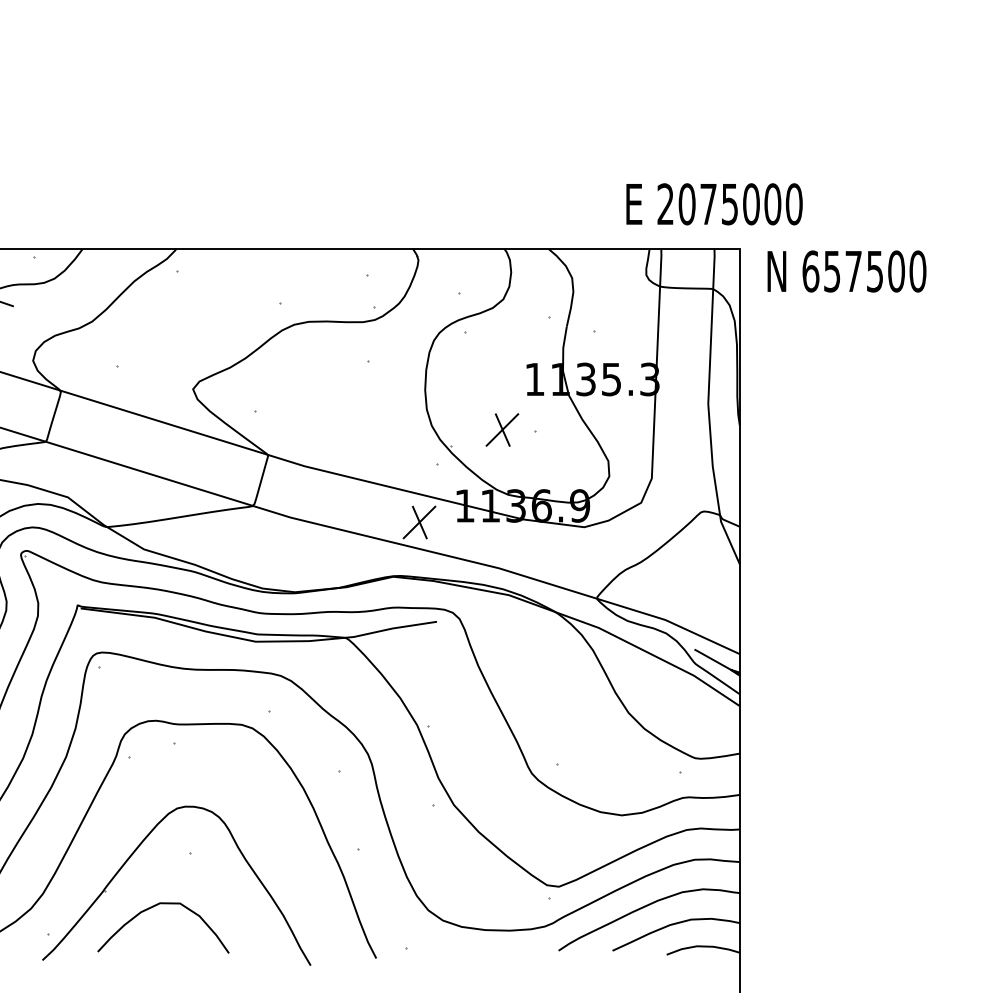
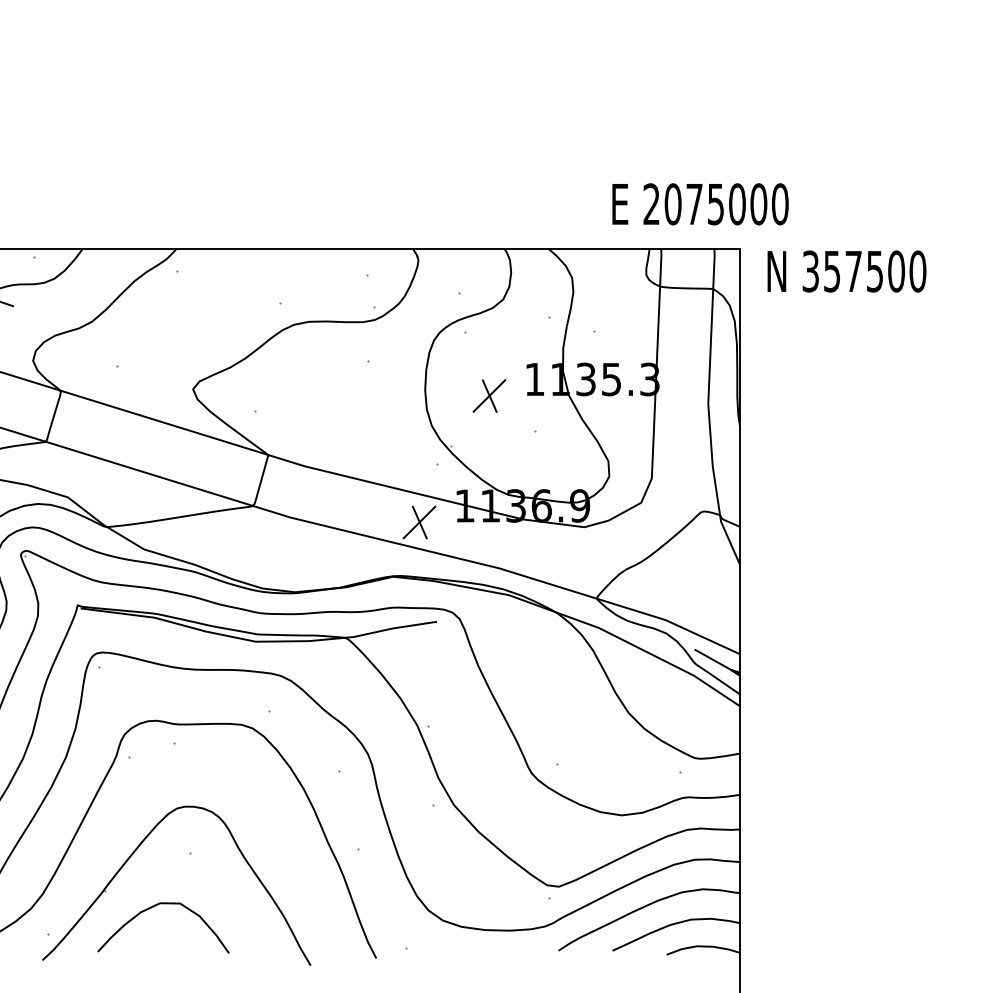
text at (714, 204) position: (714, 204) -> (700, 204)
text at (810, 271): 657500 -> 357500
part at (502, 429) position: (502, 429) -> (489, 395)
